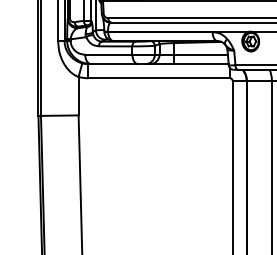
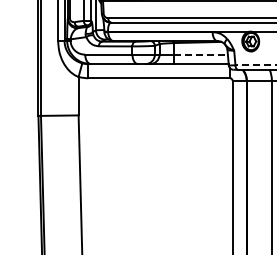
line at (201, 54): solid -> dashed
line at (255, 65): solid -> dashed
